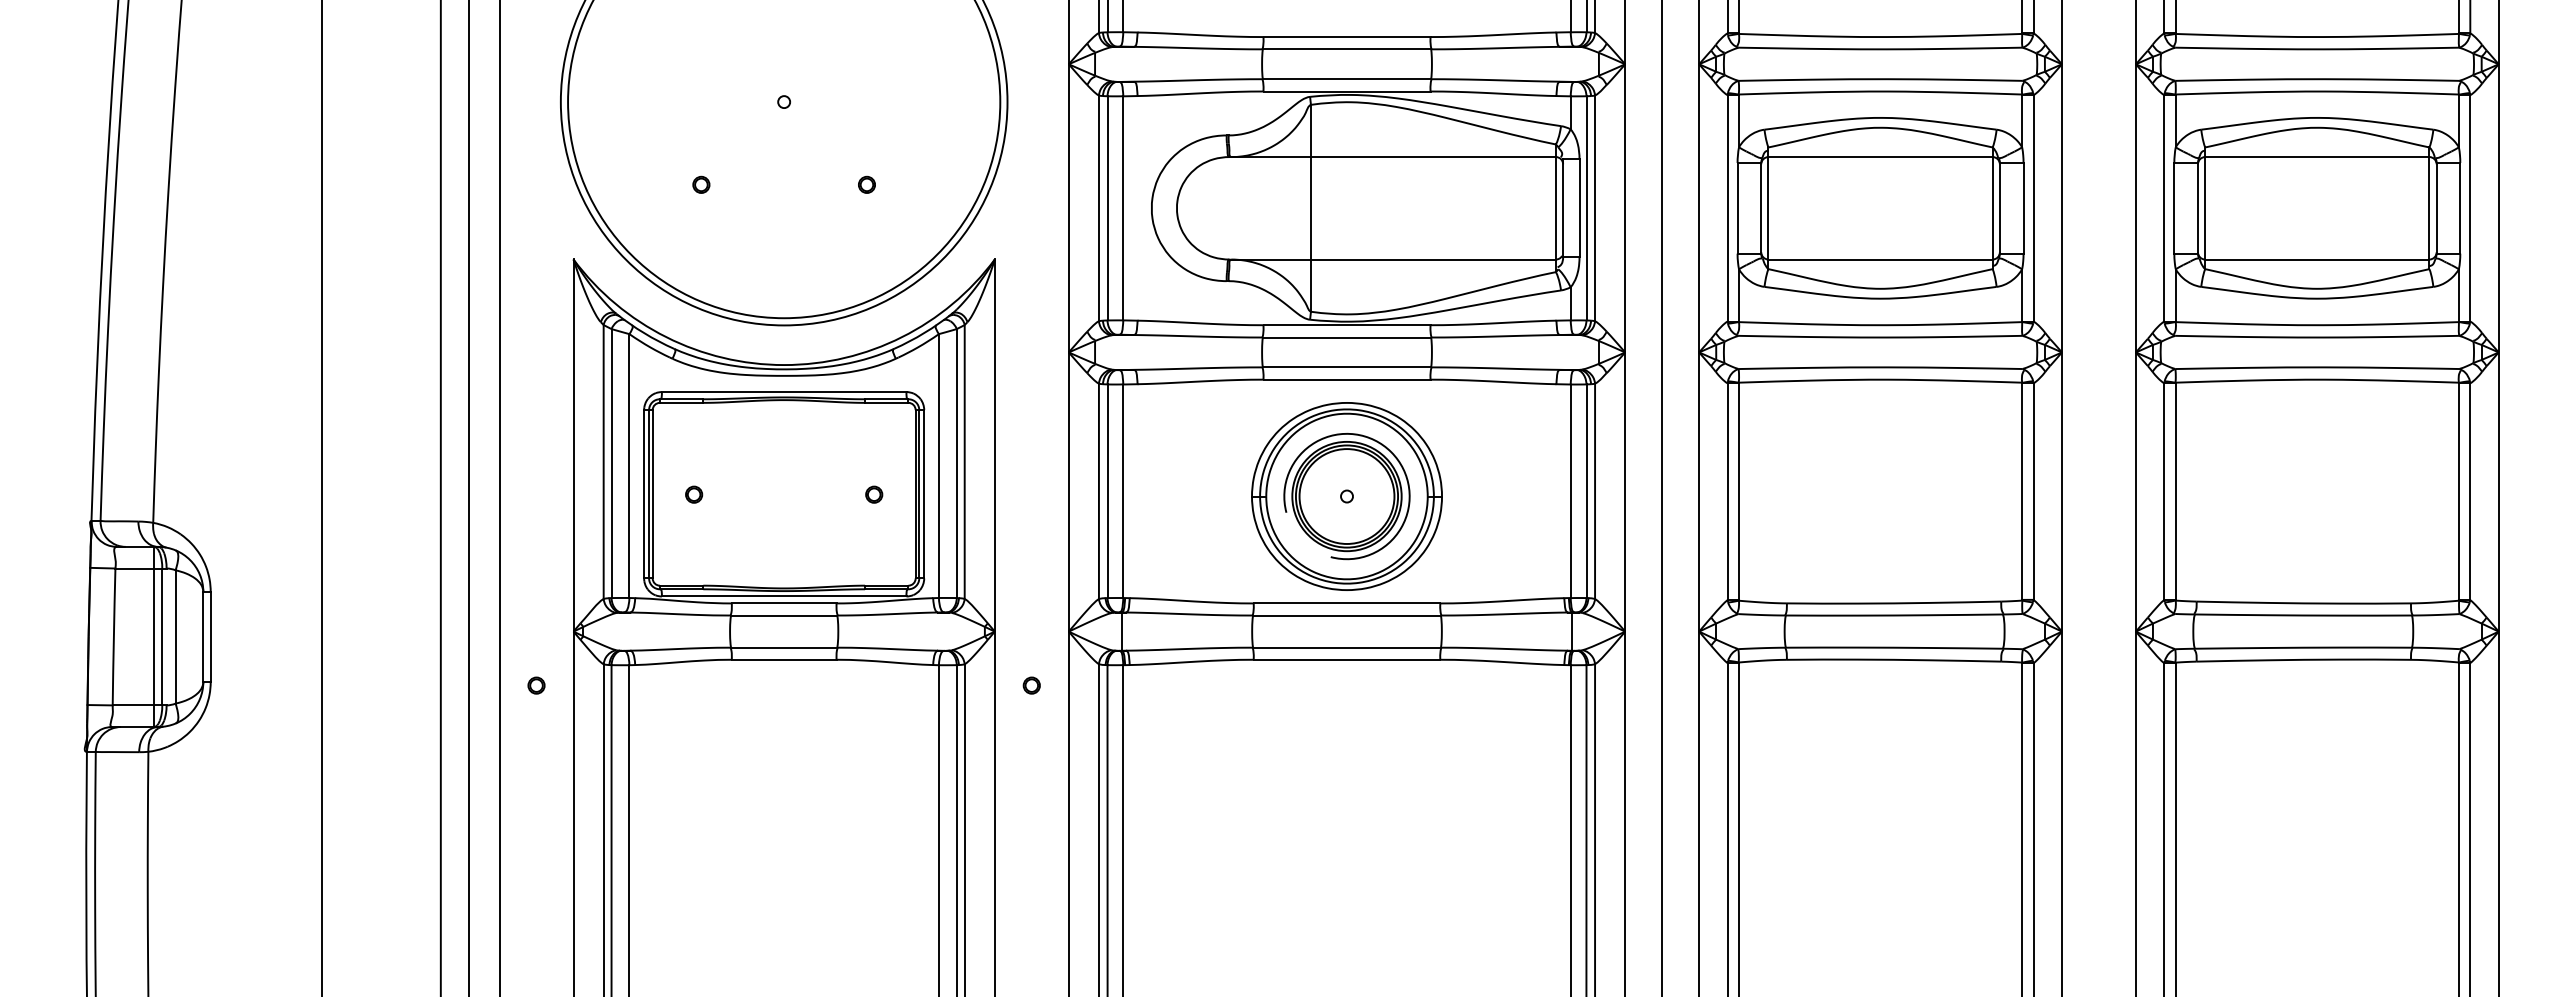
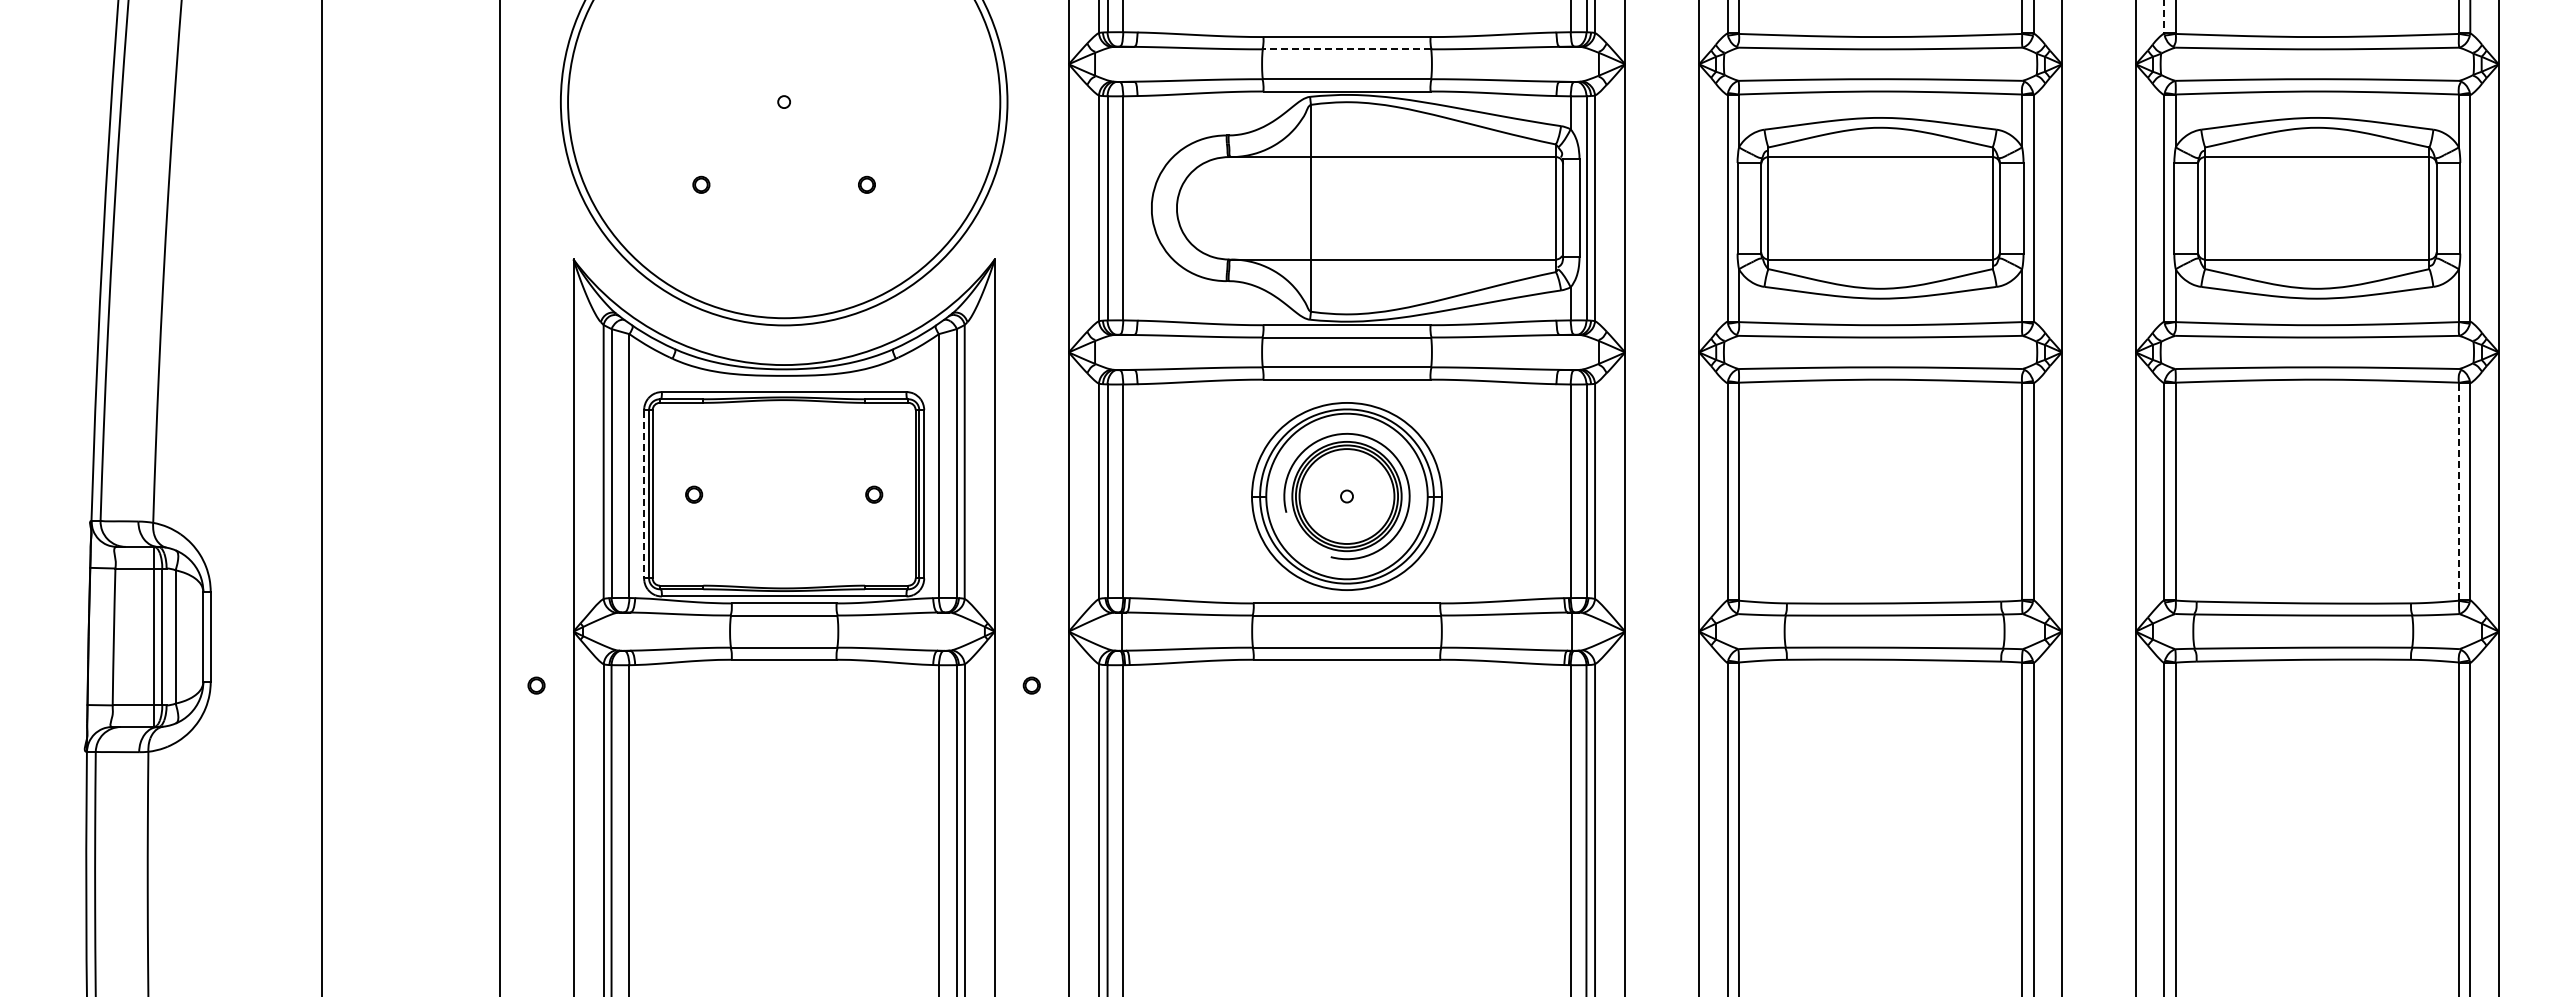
line at (2164, 17): solid -> dashed
line at (1346, 49): solid -> dashed
line at (2458, 491): solid -> dashed
line at (644, 494): solid -> dashed
line at (440, 497): present -> none
line at (469, 497): present -> none
line at (1662, 497): present -> none
